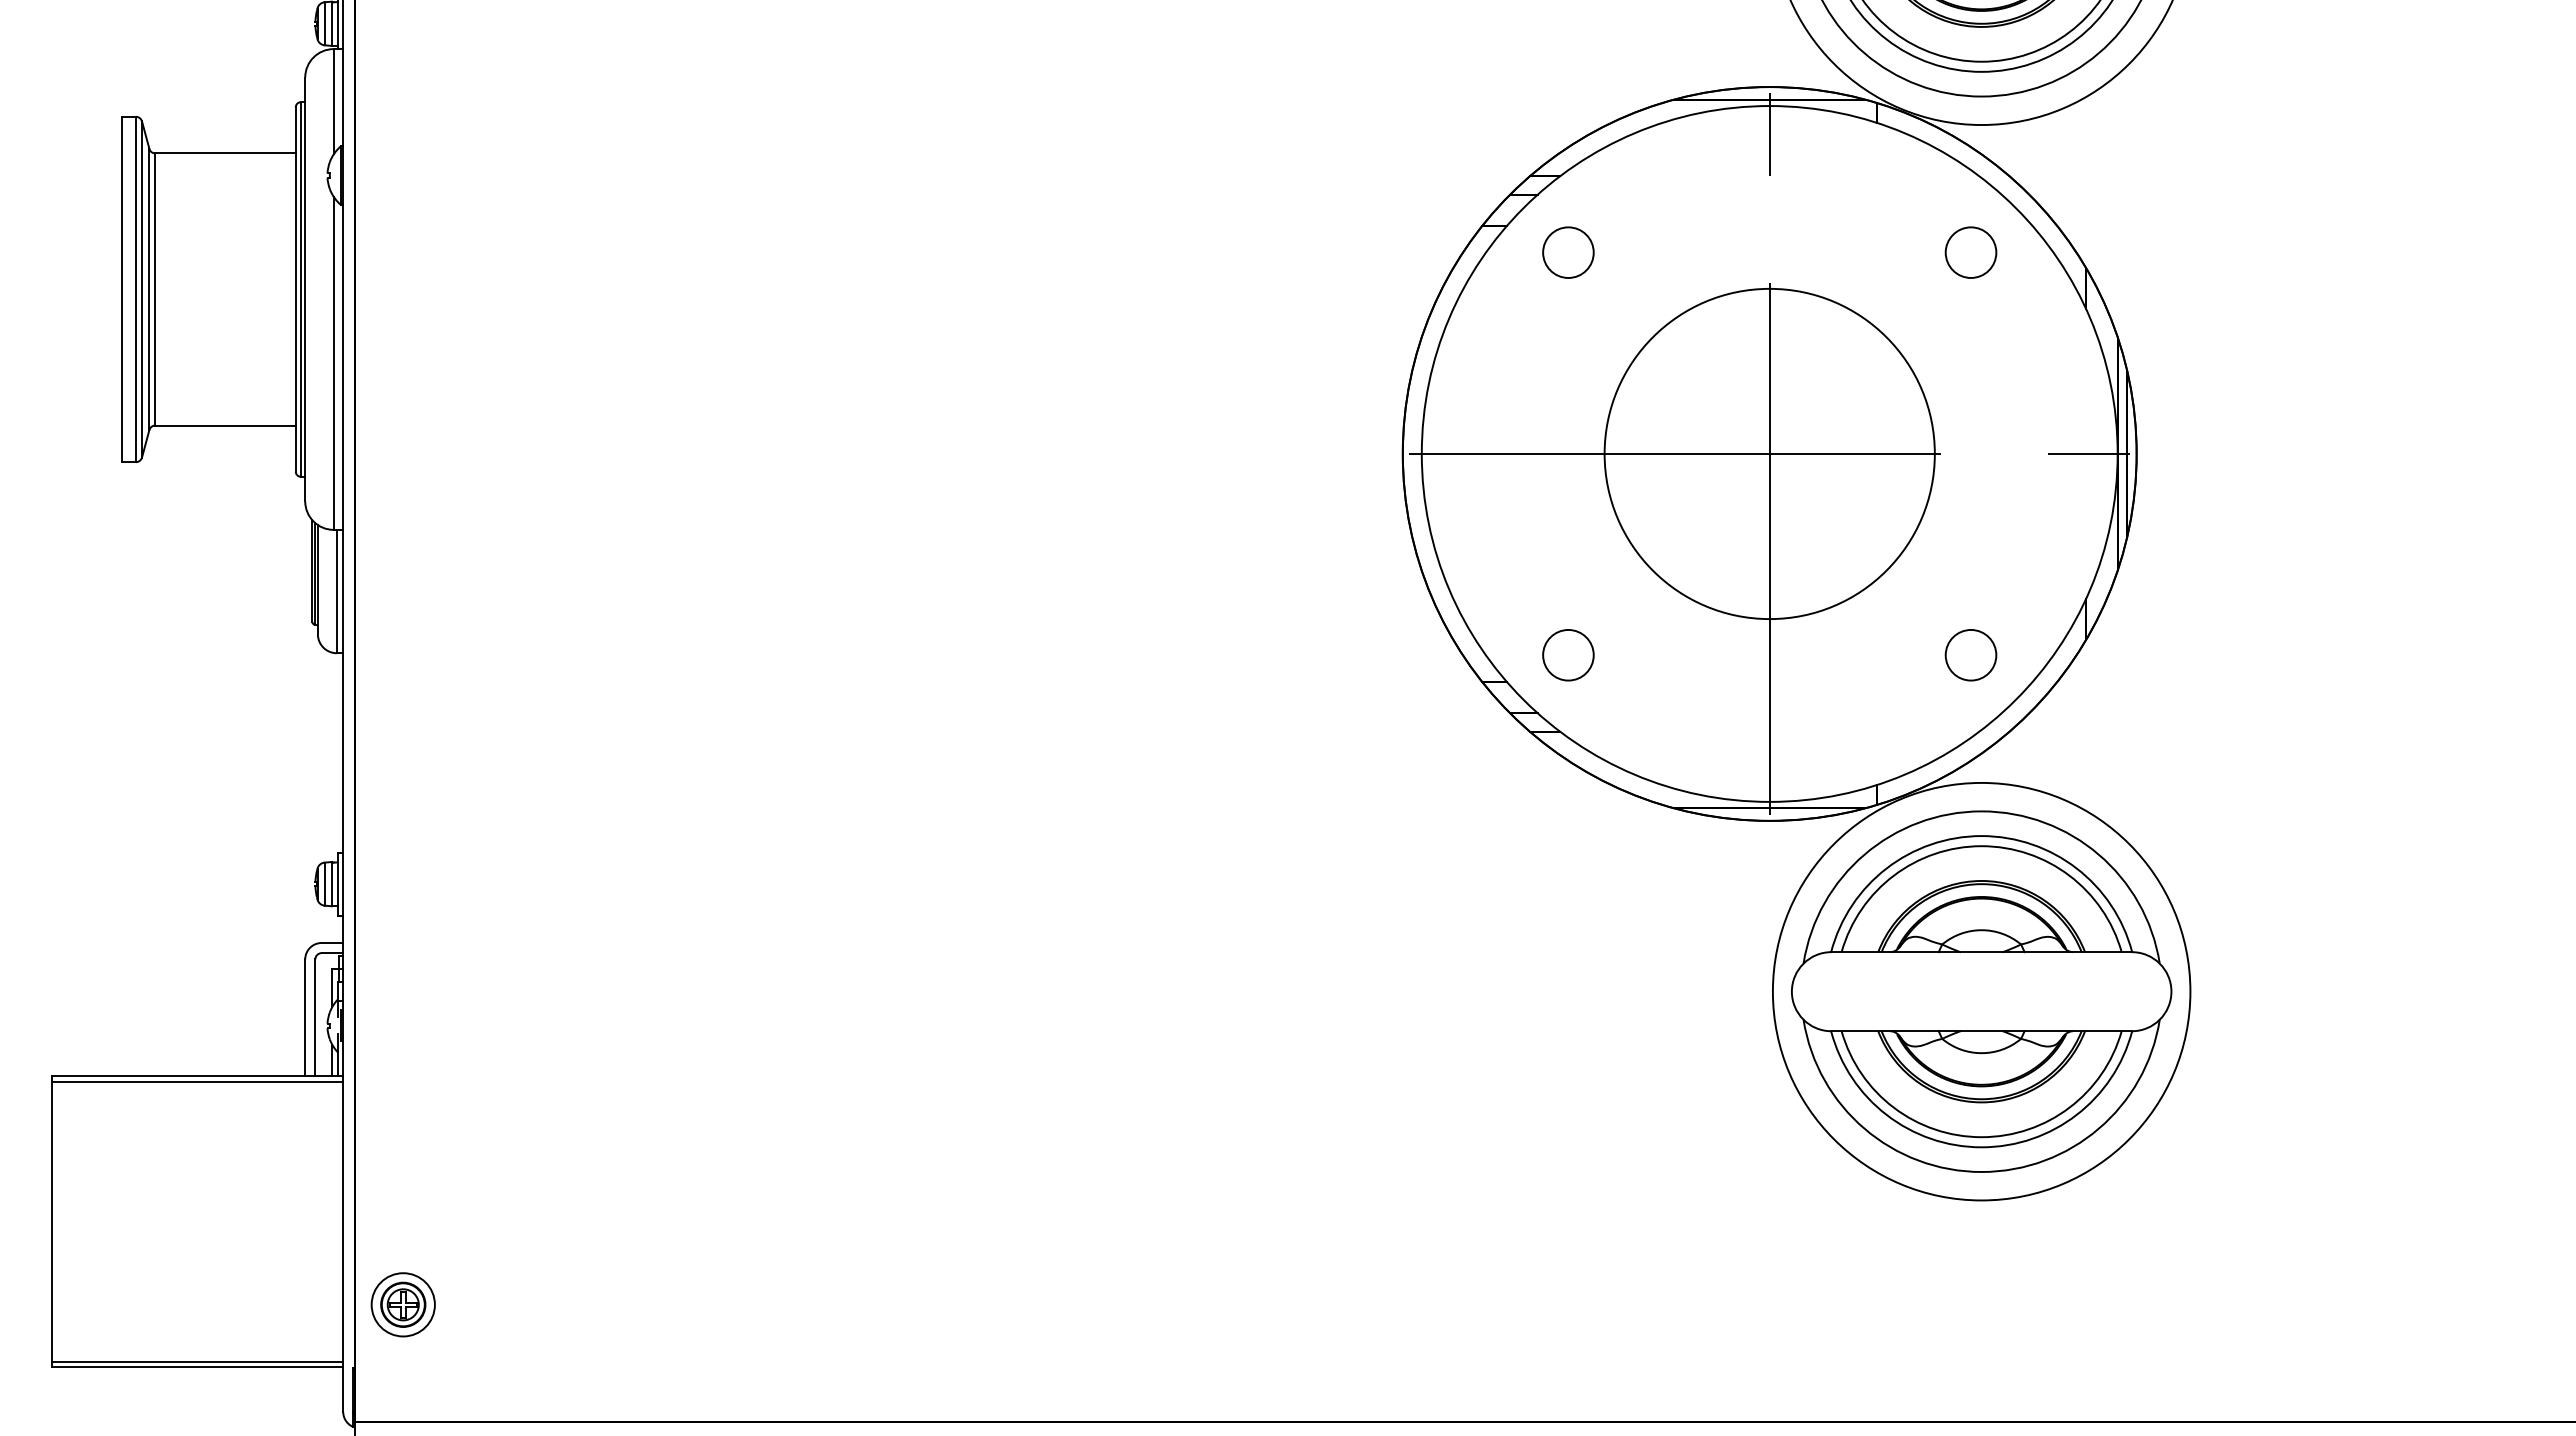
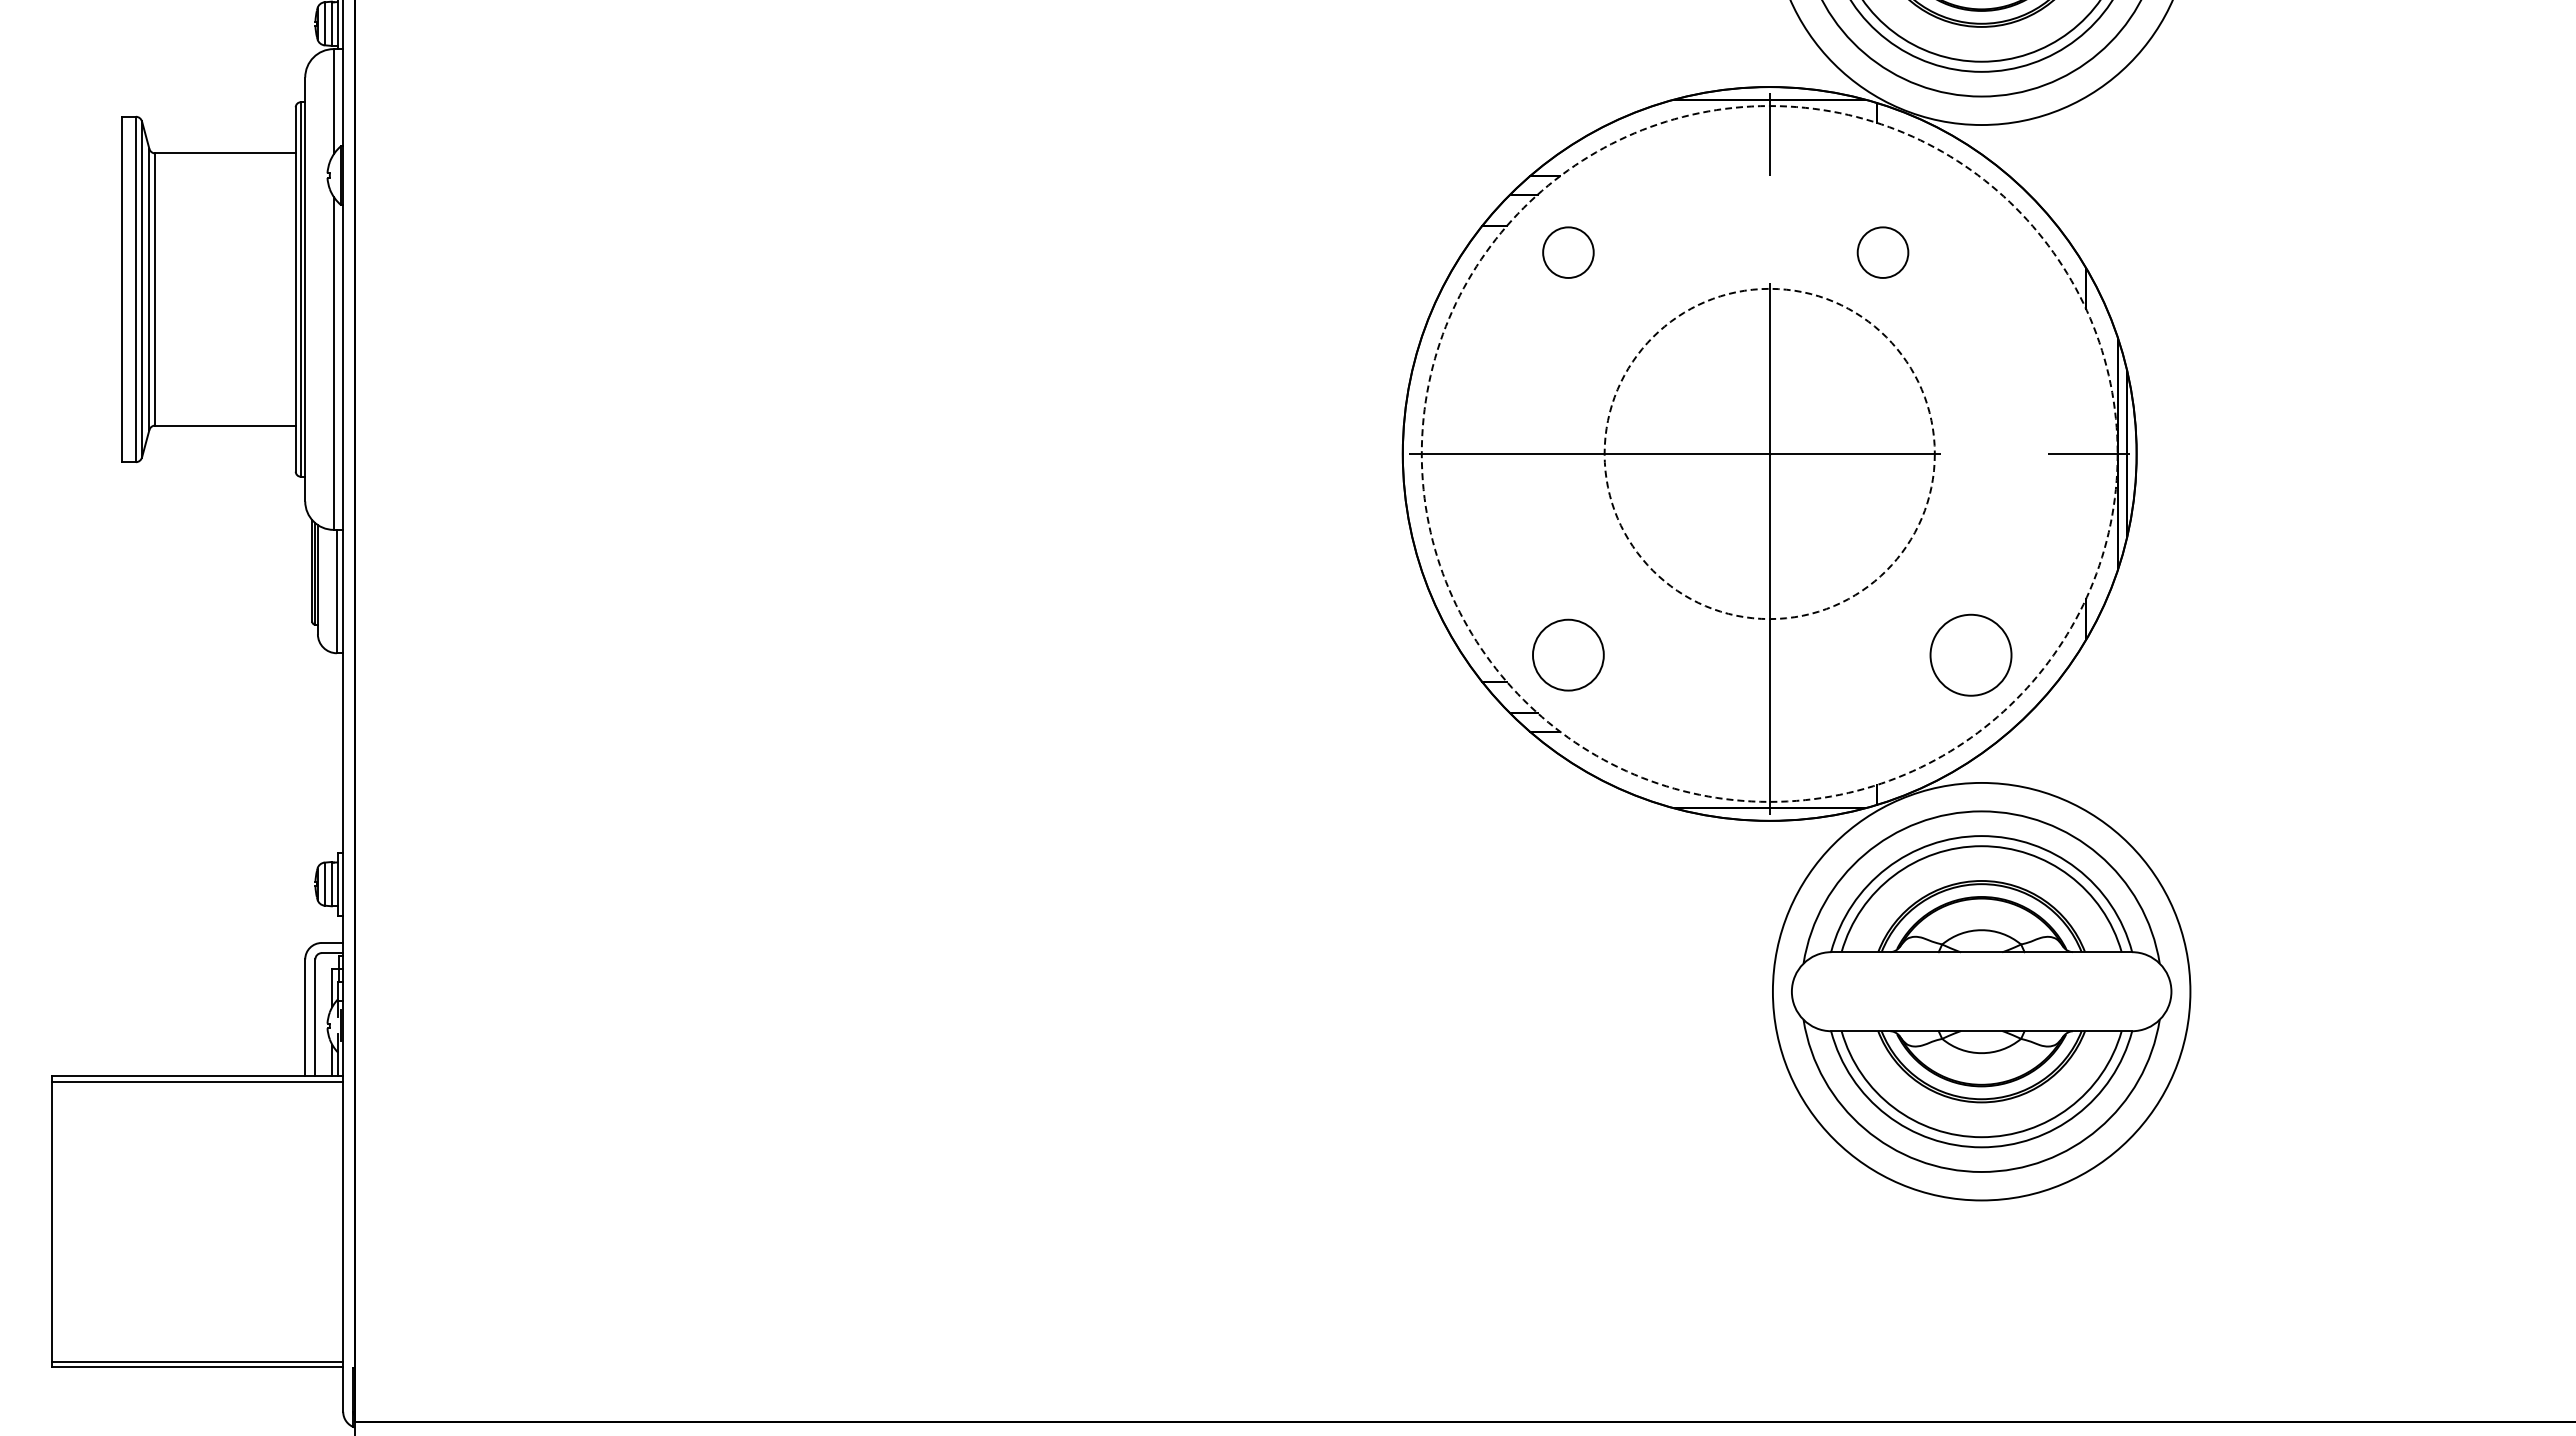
circle at (1970, 252) position: (1970, 252) -> (1882, 252)
circle at (1769, 453): solid -> dashed
circle at (1769, 453): solid -> dashed
circle at (1970, 654) diameter: 51 px -> 81 px
circle at (1568, 655) size: 53x53 px -> 73x74 px
part at (402, 1304): present -> none
